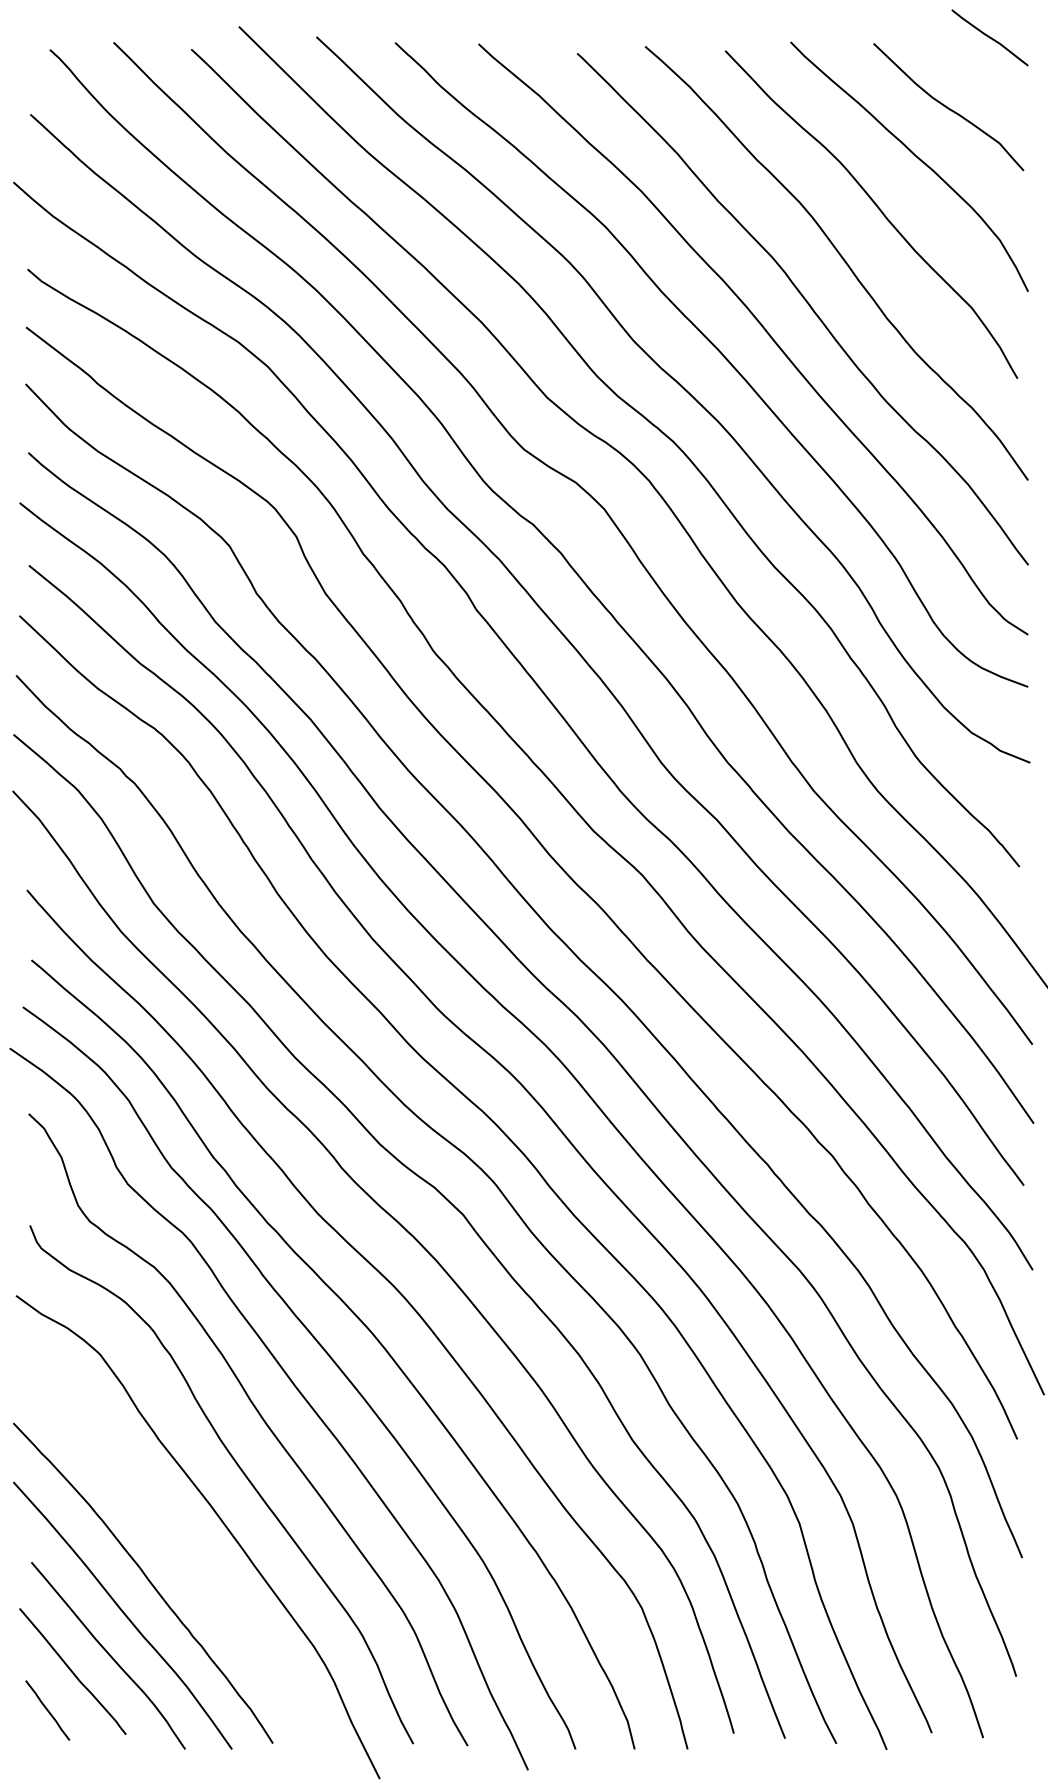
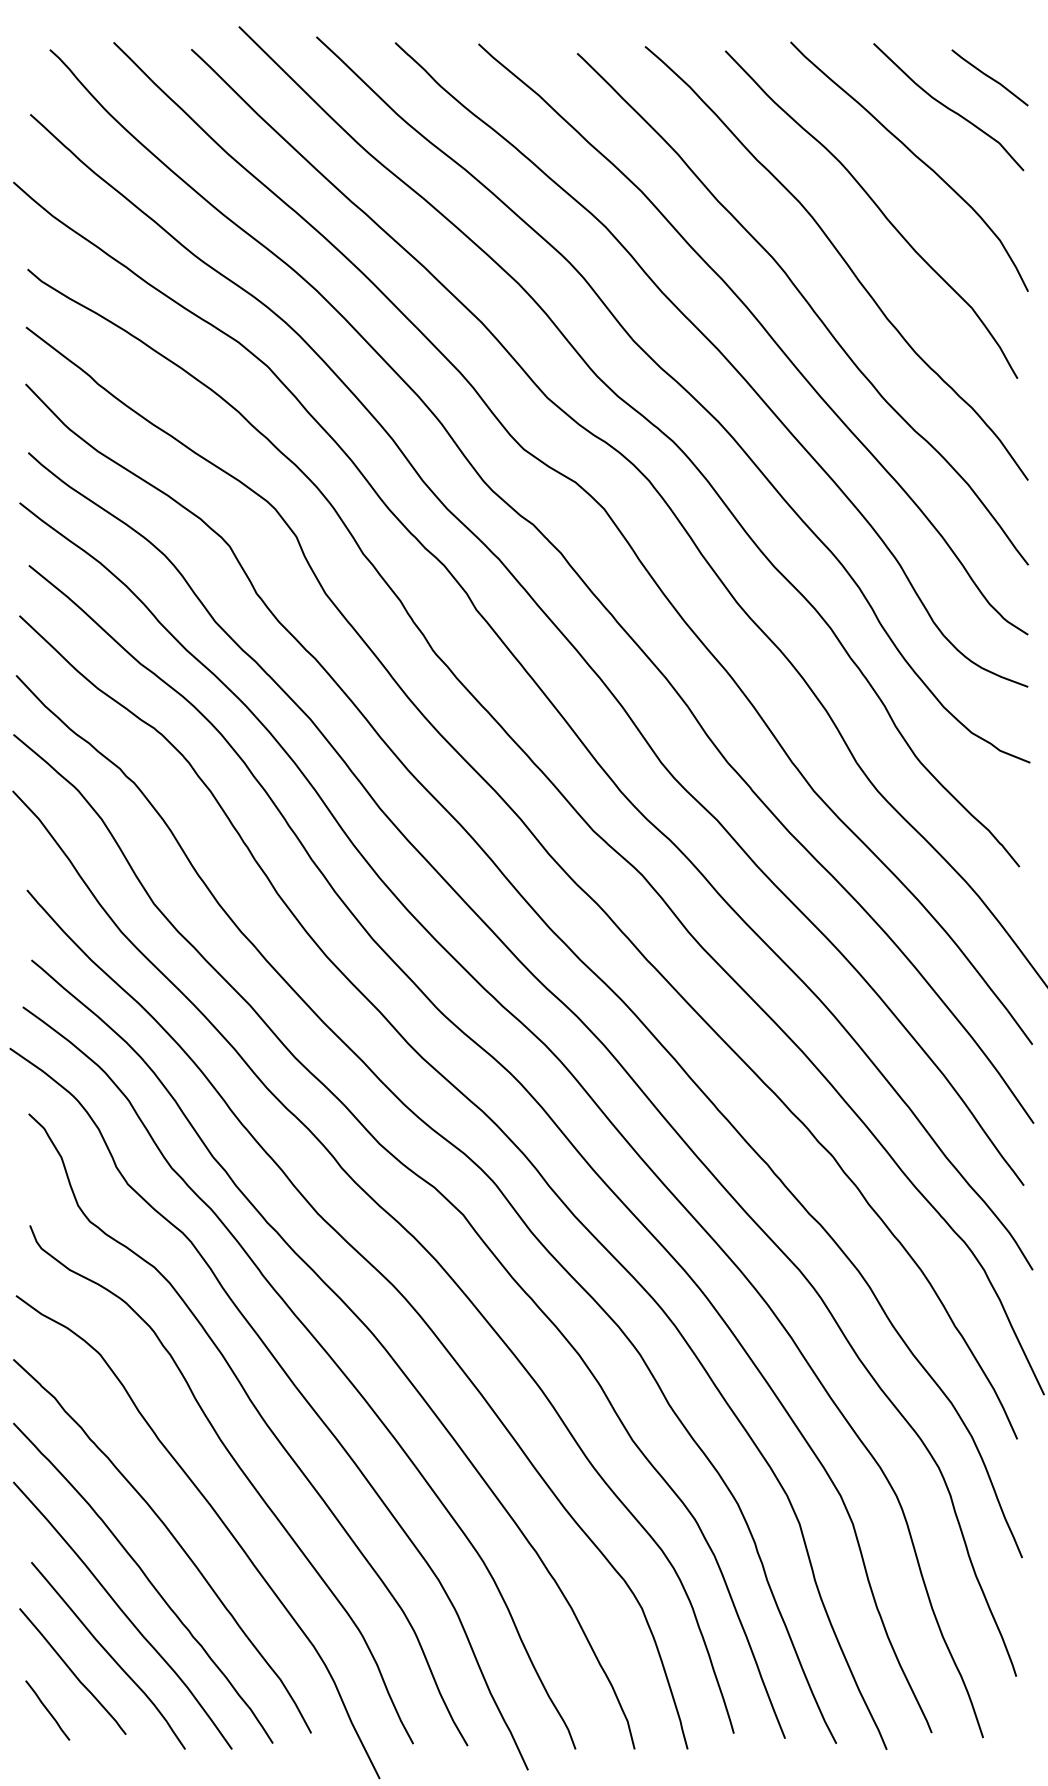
line at (989, 37) position: (989, 37) -> (989, 77)
curve at (173, 1538): none -> present
